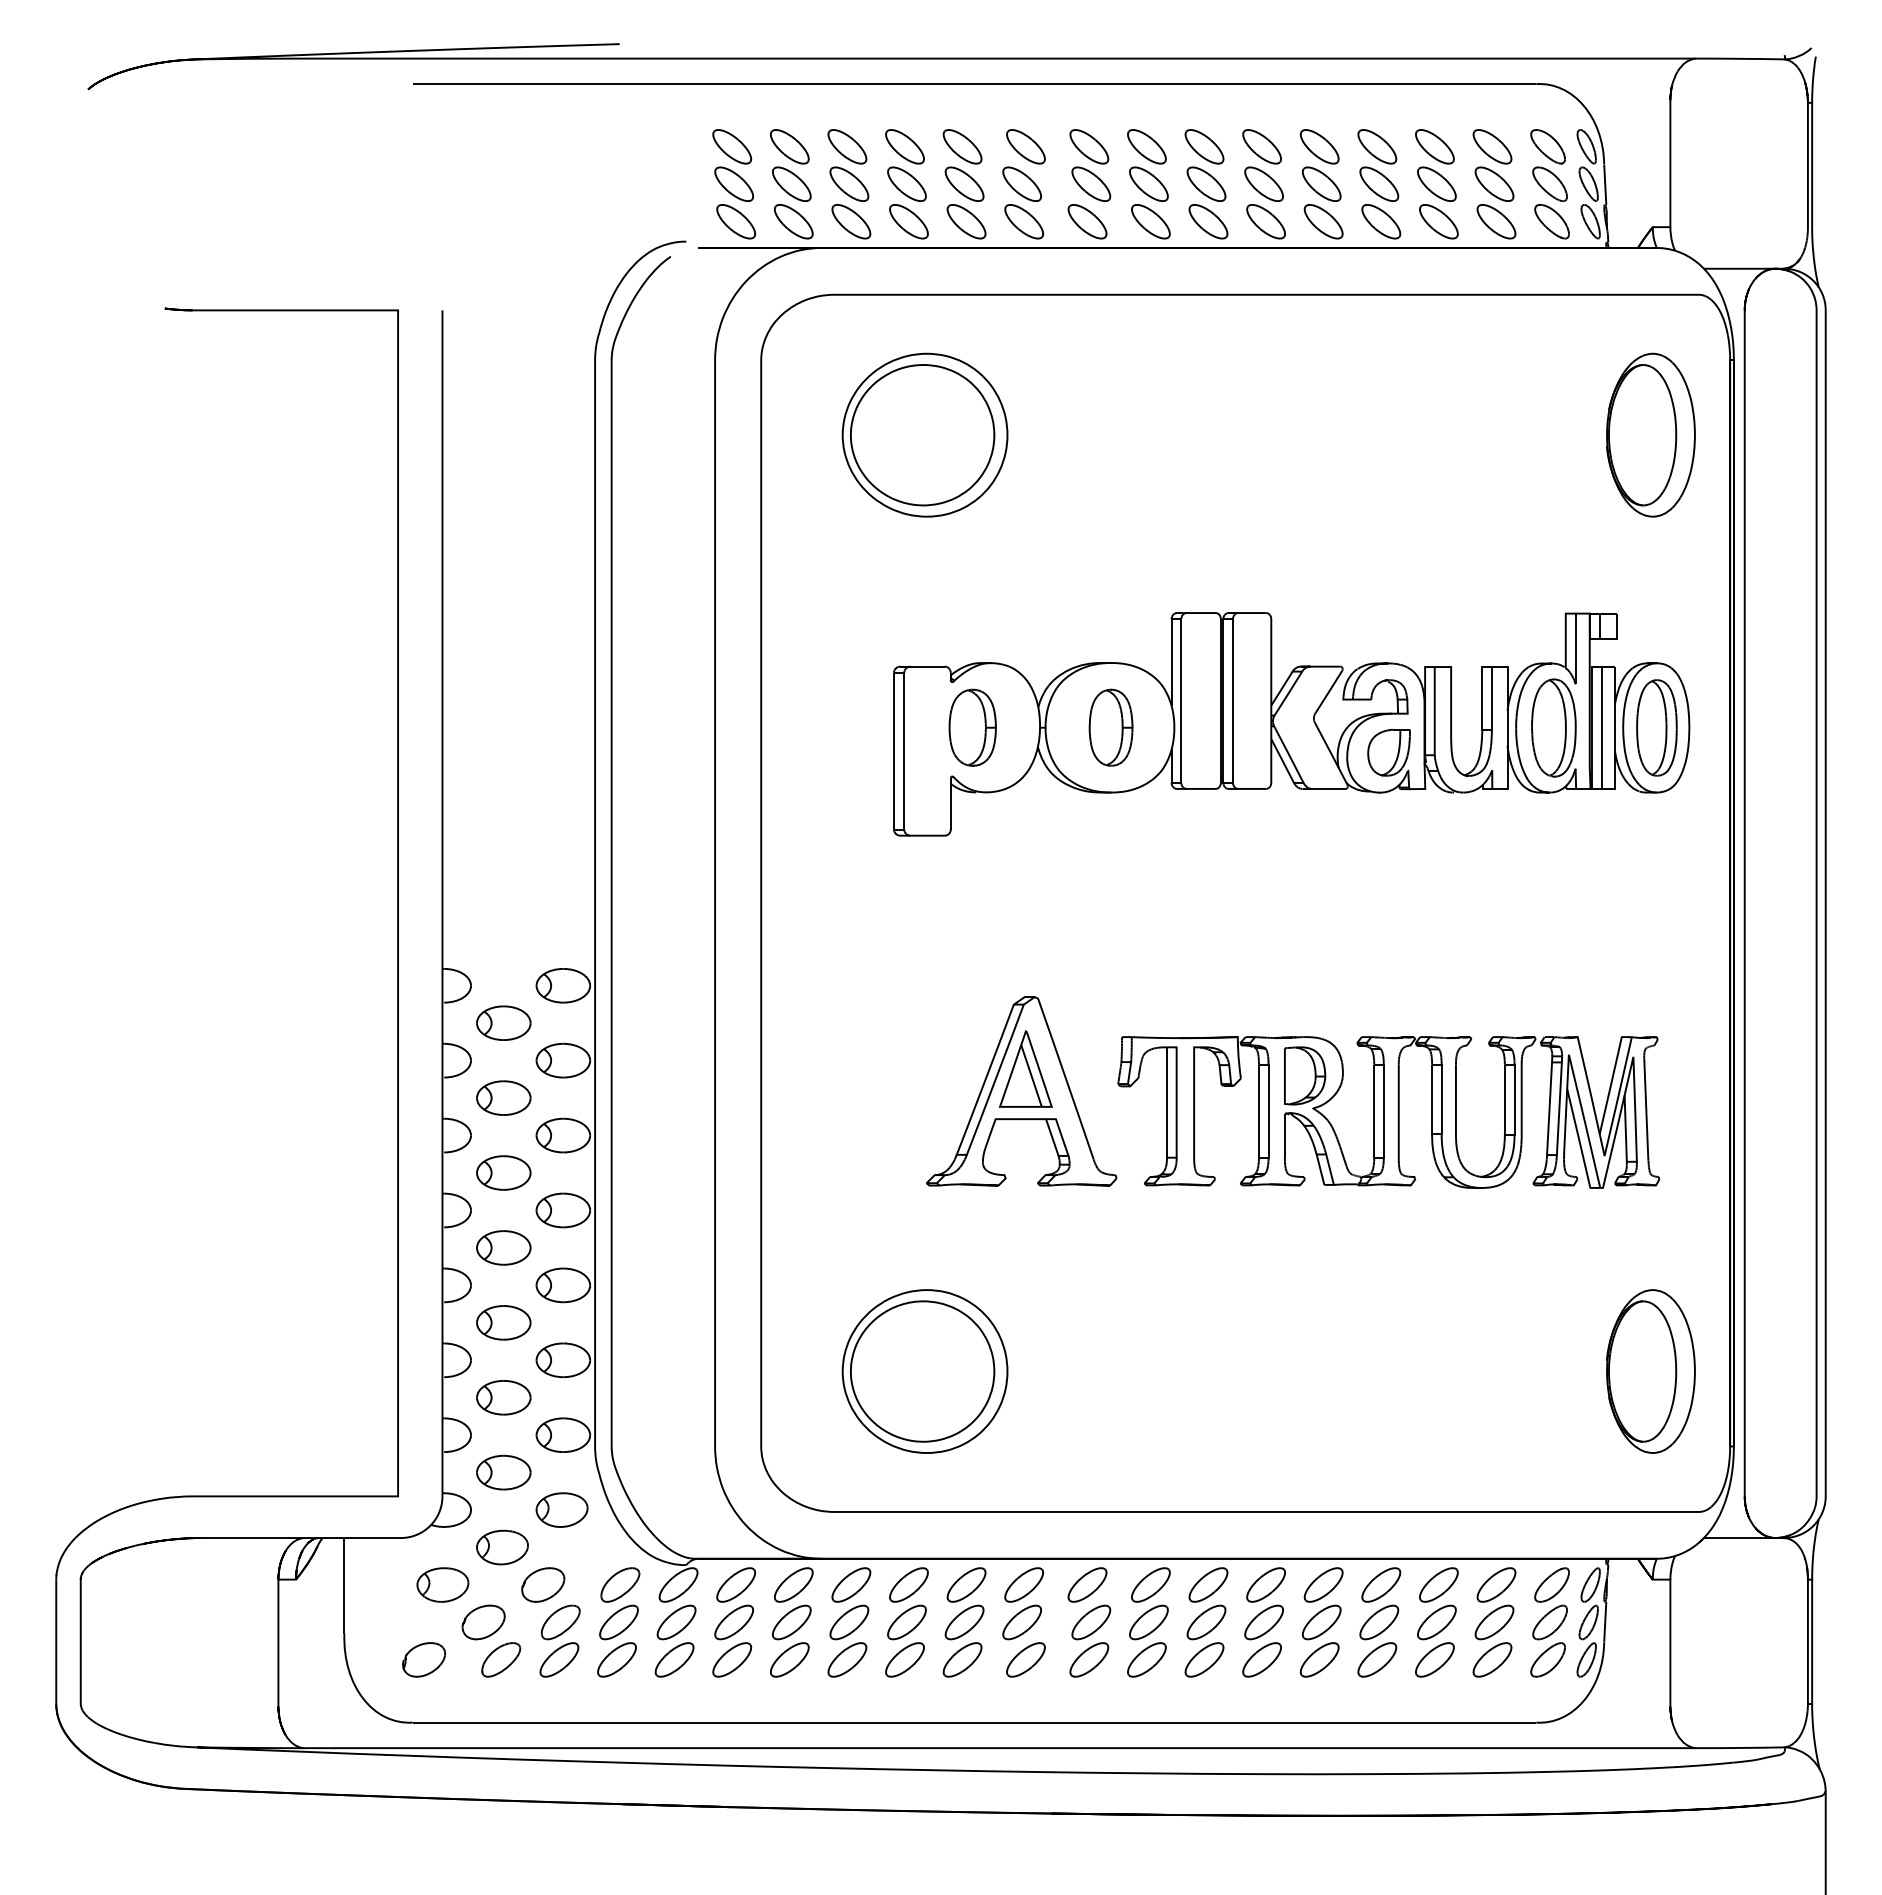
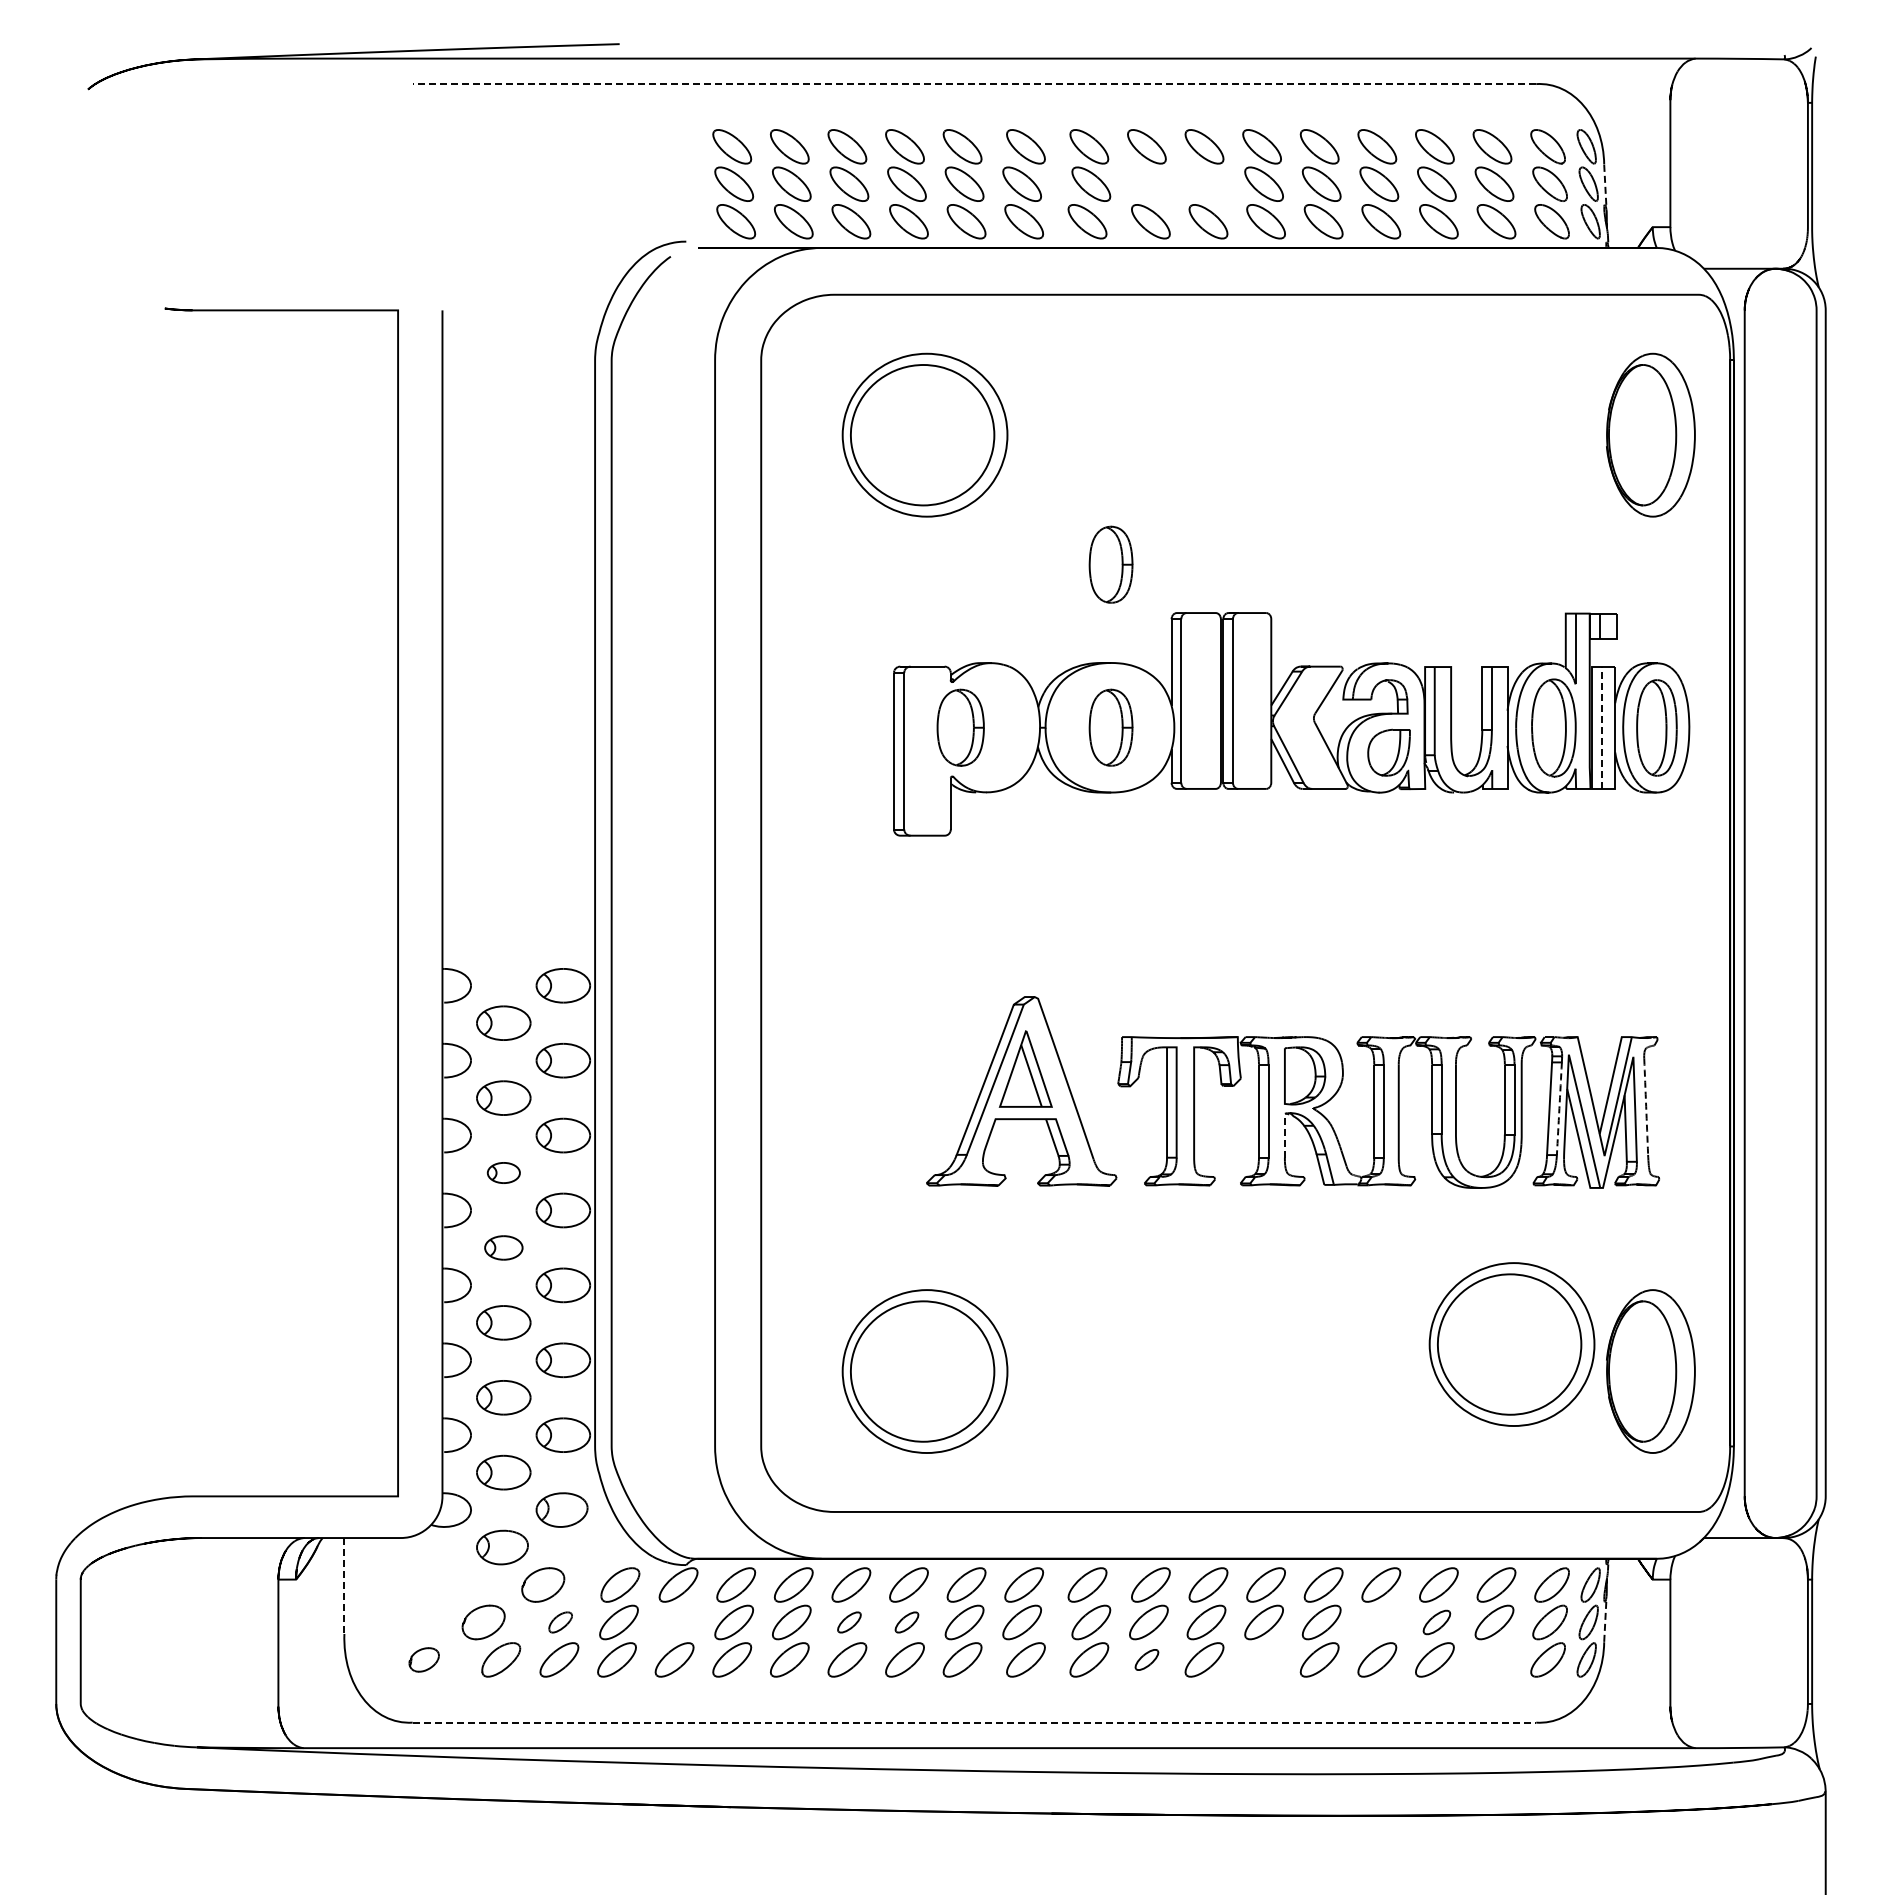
line at (974, 84): solid -> dashed
part at (1148, 183): present -> none
part at (1206, 183): present -> none
line at (1605, 184): solid -> dashed
part at (1110, 564): none -> present
part at (972, 727) position: (972, 727) -> (960, 727)
line at (1601, 728): solid -> dashed
arc at (1646, 1106): solid -> dashed
arc at (1559, 1108): solid -> dashed
line at (1284, 1135): solid -> dashed
part at (503, 1172) size: 56x36 px -> 35x22 px
part at (503, 1247) size: 56x36 px -> 40x26 px
part at (1511, 1344): none -> present
part at (442, 1584): present -> none
line at (344, 1585): solid -> dashed
line at (1605, 1621): solid -> dashed
part at (560, 1622) size: 41x37 px -> 25x23 px
part at (676, 1622): present -> none
part at (849, 1622) size: 41x37 px -> 25x23 px
part at (906, 1622) size: 40x37 px -> 26x23 px
part at (1379, 1622): present -> none
part at (1436, 1622) size: 40x37 px -> 30x27 px
part at (424, 1659) size: 45x36 px -> 32x26 px
part at (1146, 1659) size: 40x36 px -> 26x22 px
part at (1261, 1659): present -> none
part at (1492, 1659): present -> none
line at (974, 1722): solid -> dashed
